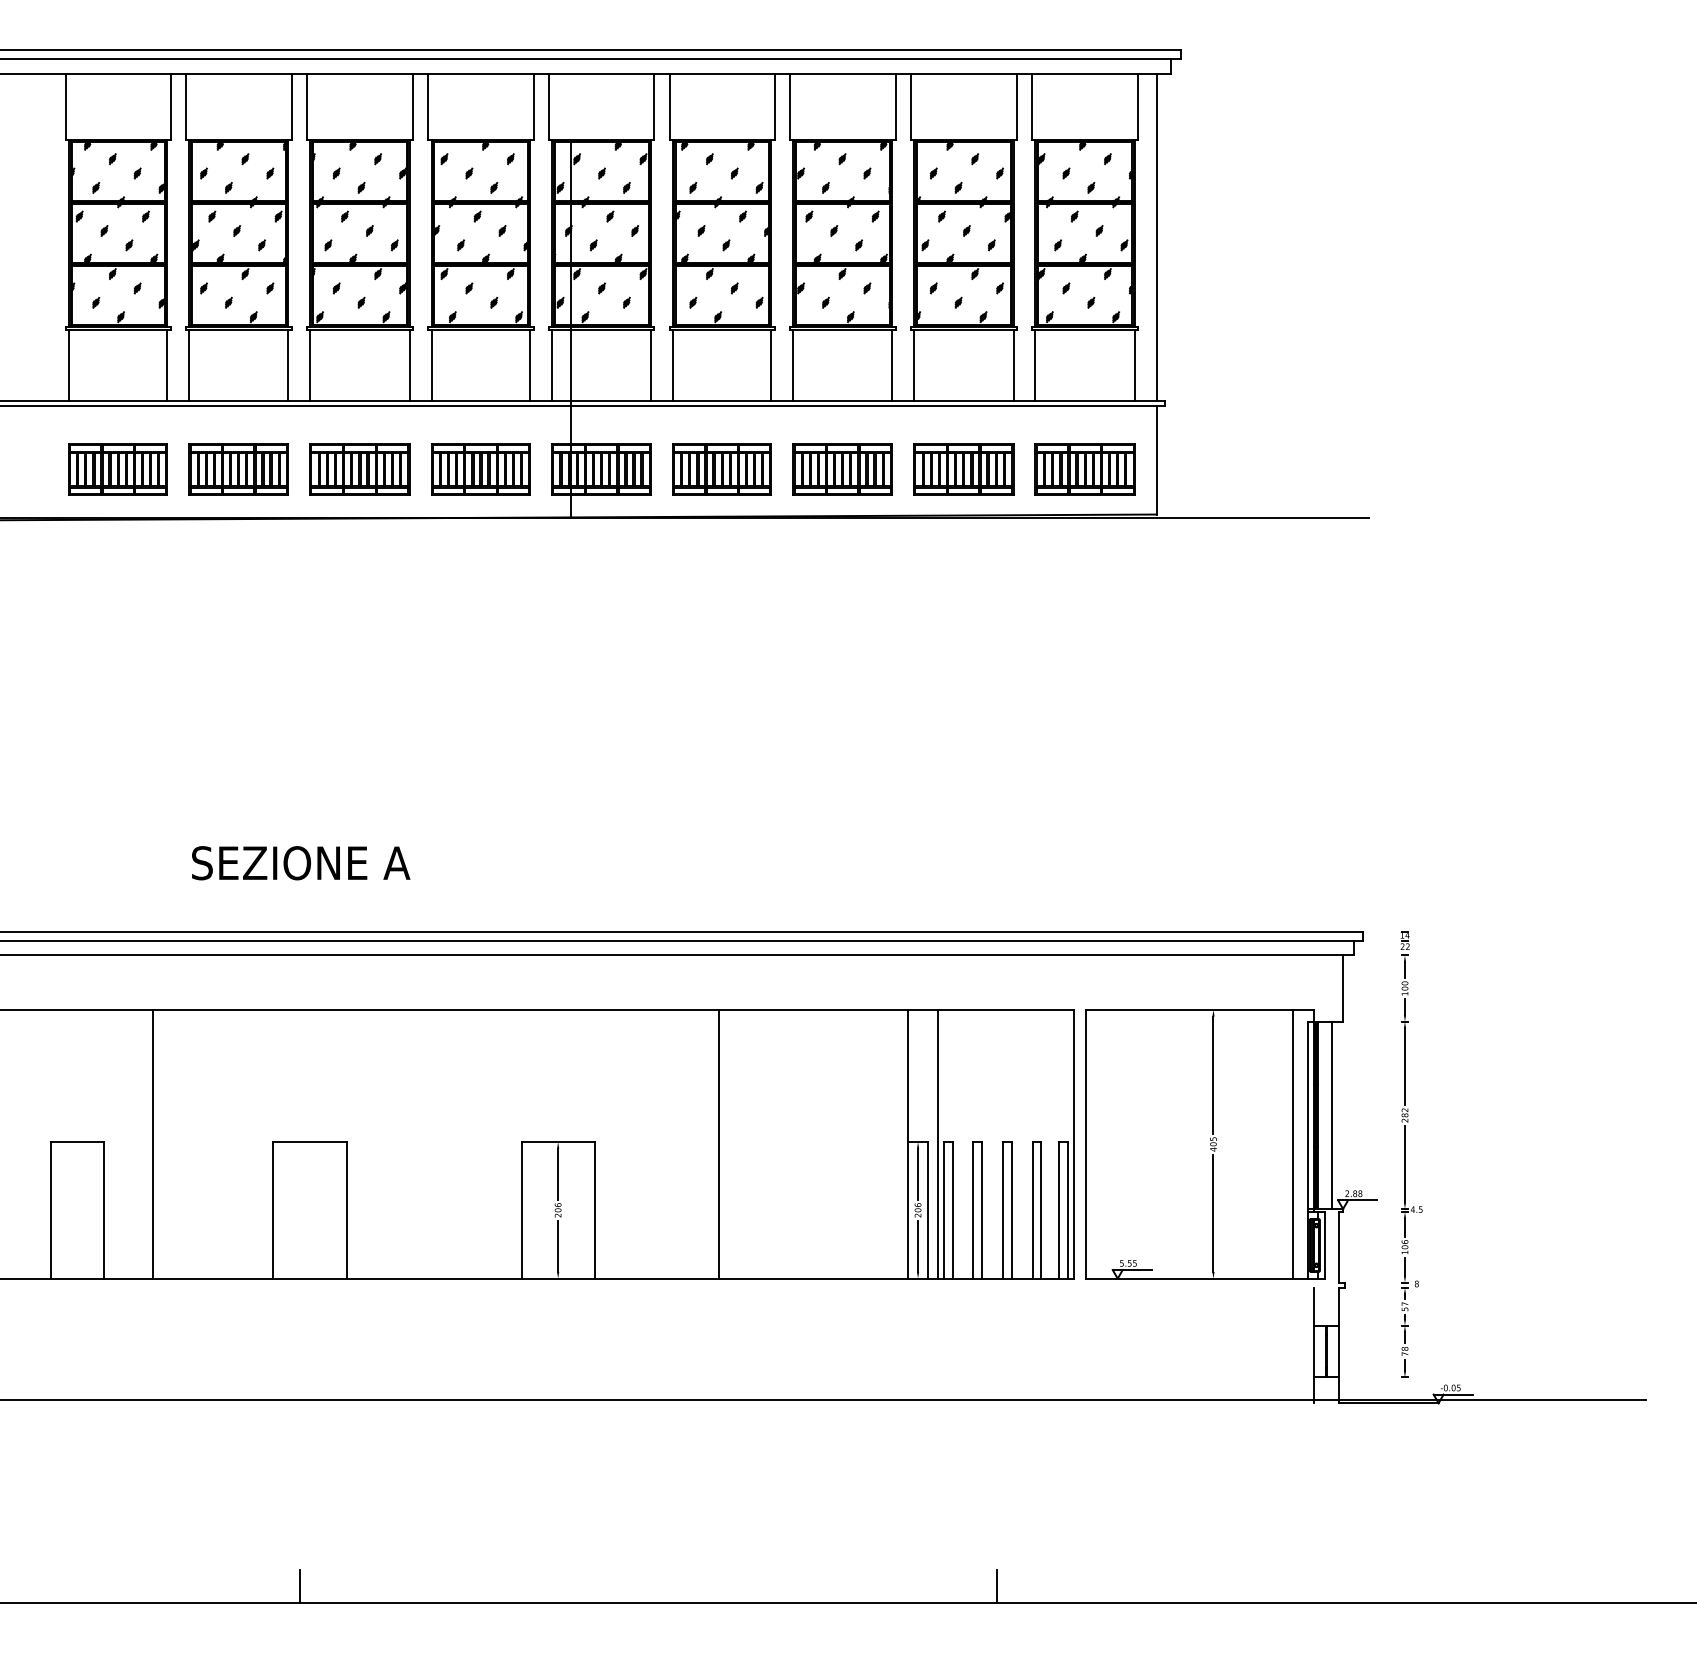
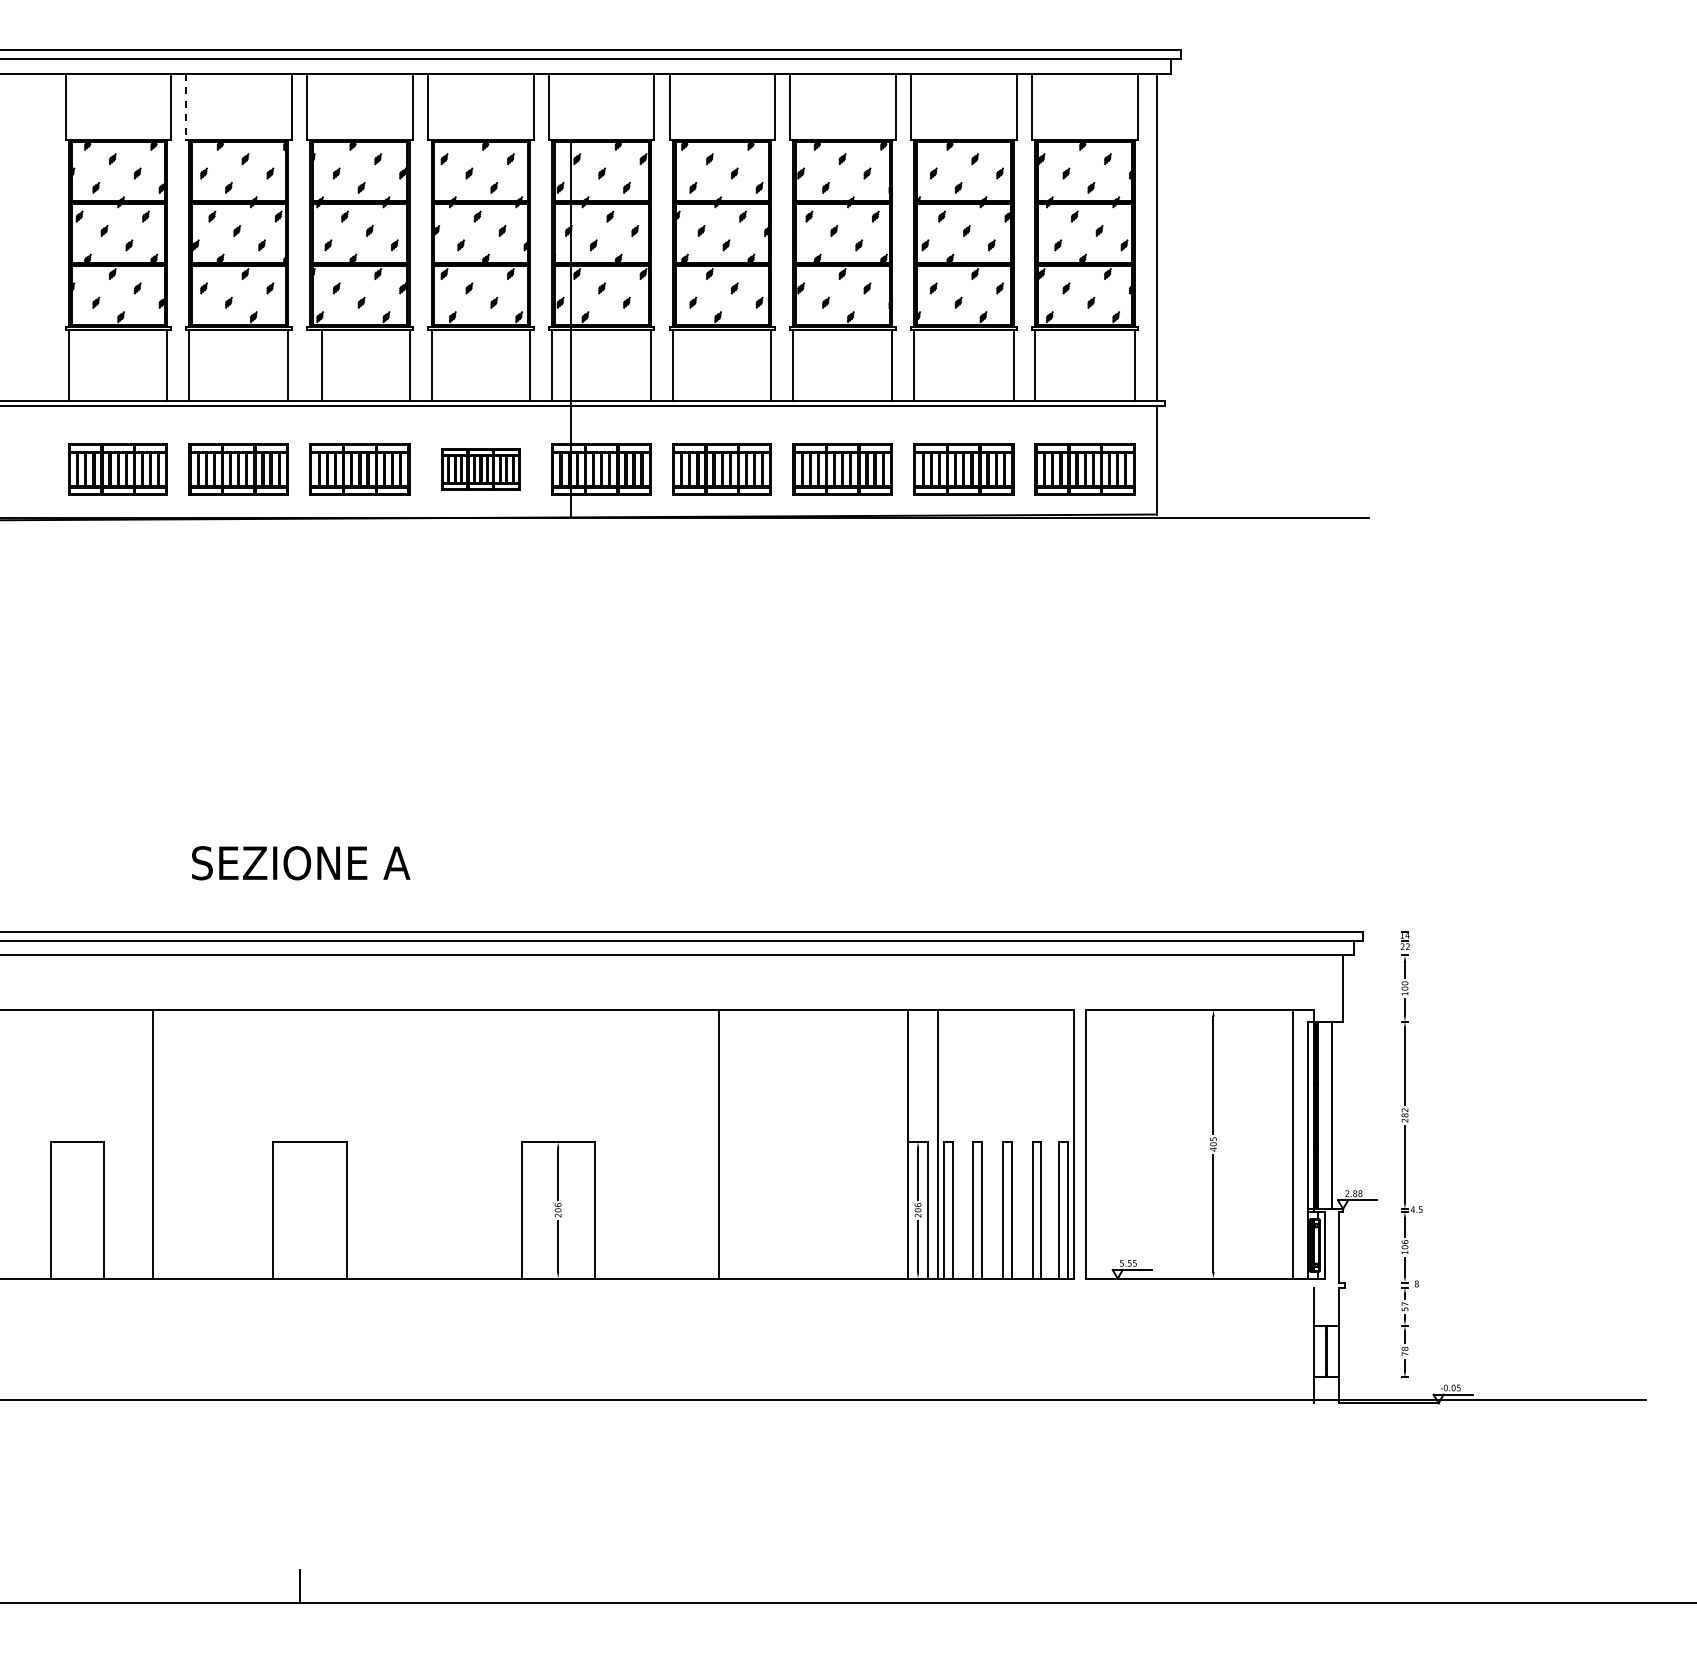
line at (185, 107): solid -> dashed
line at (310, 365) position: (310, 365) -> (322, 365)
part at (480, 469) size: 100x53 px -> 80x43 px
line at (996, 1586): present -> none
